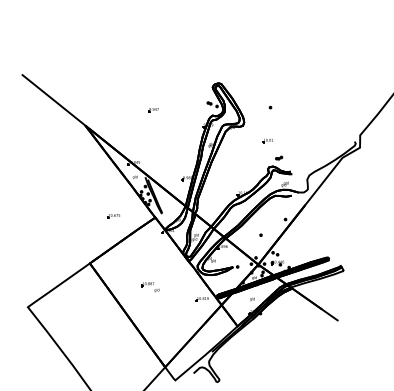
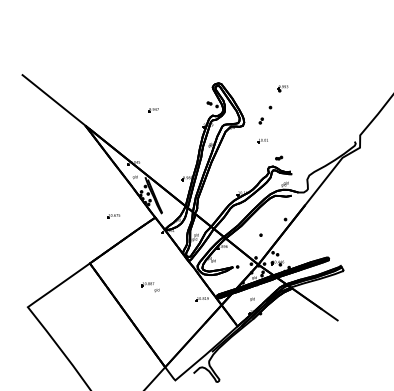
part at (282, 88): none -> present
part at (260, 120): none -> present
part at (267, 141) position: (267, 141) -> (262, 141)
